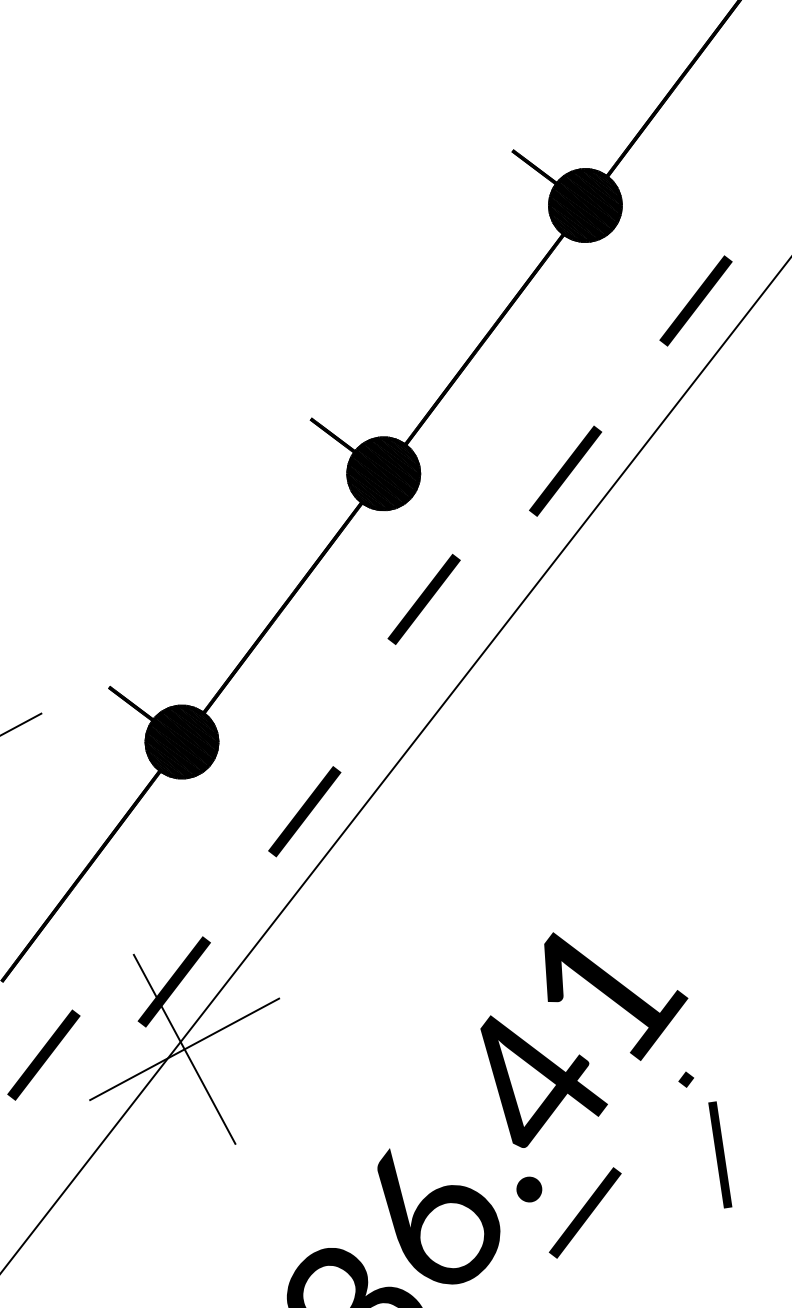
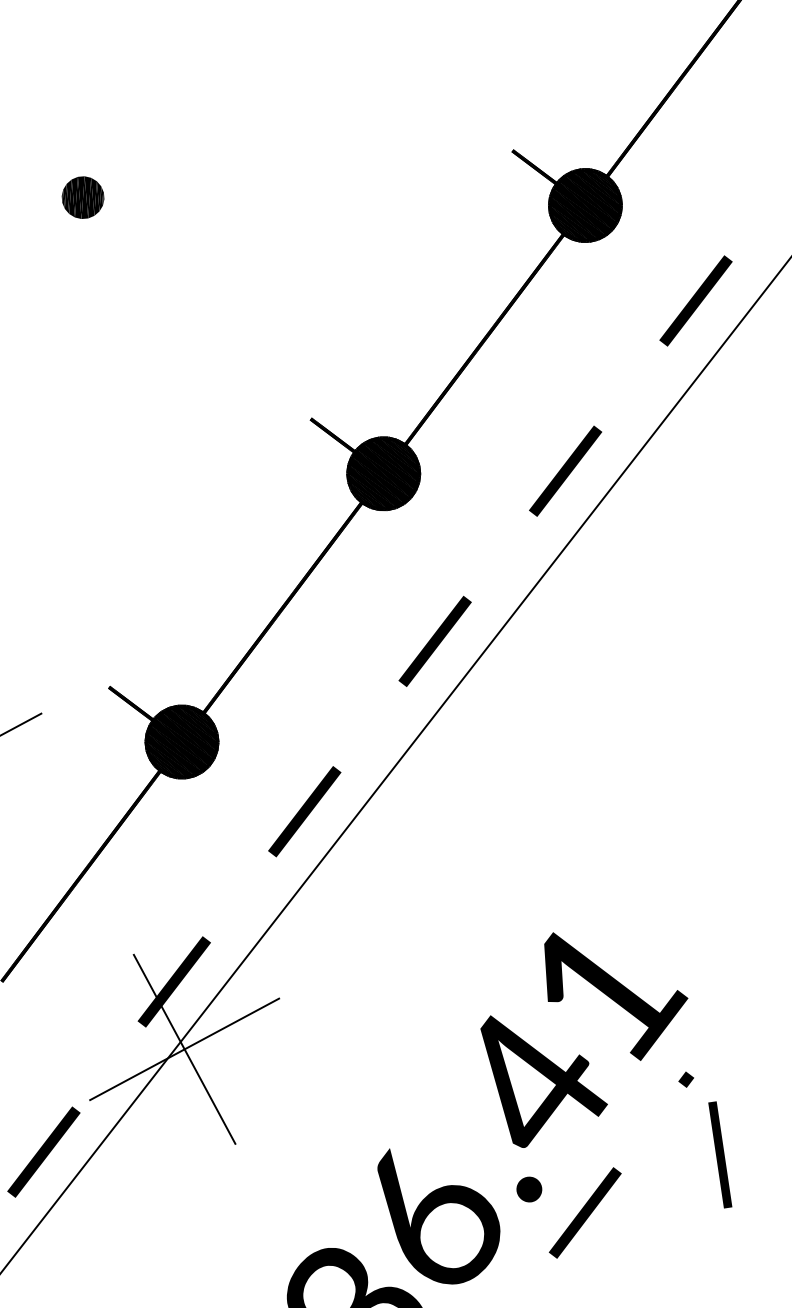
part at (82, 197): none -> present
line at (423, 599) position: (423, 599) -> (434, 641)
line at (43, 1054) position: (43, 1054) -> (43, 1151)
